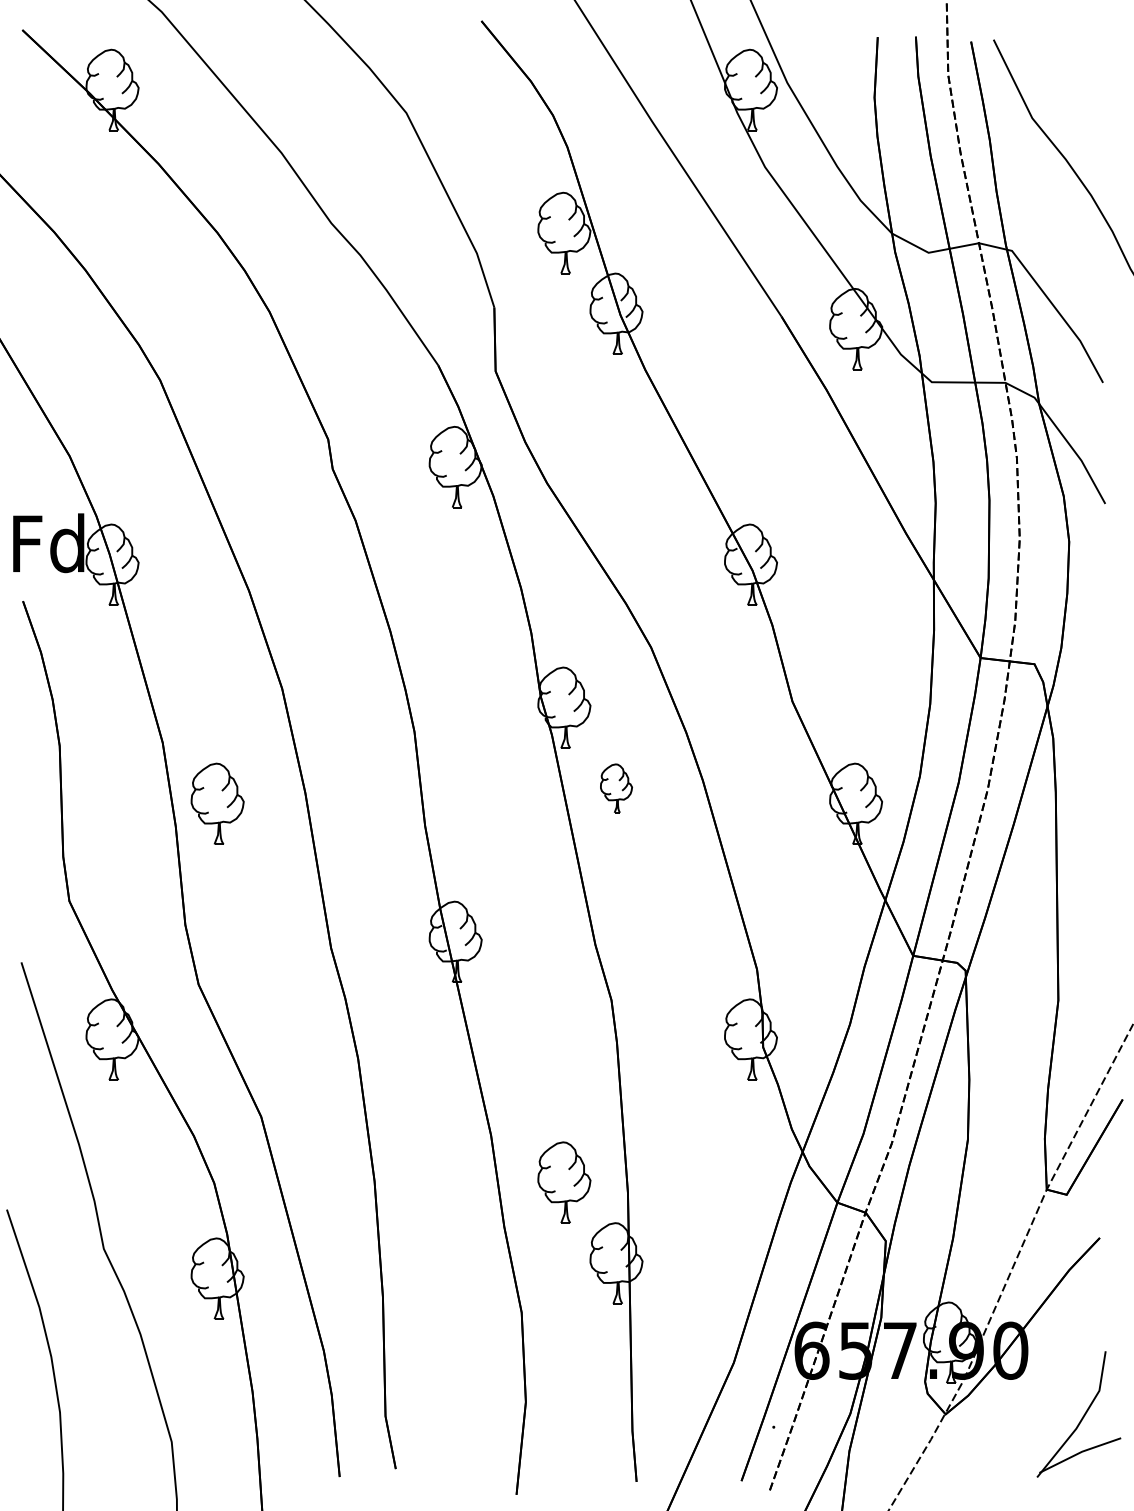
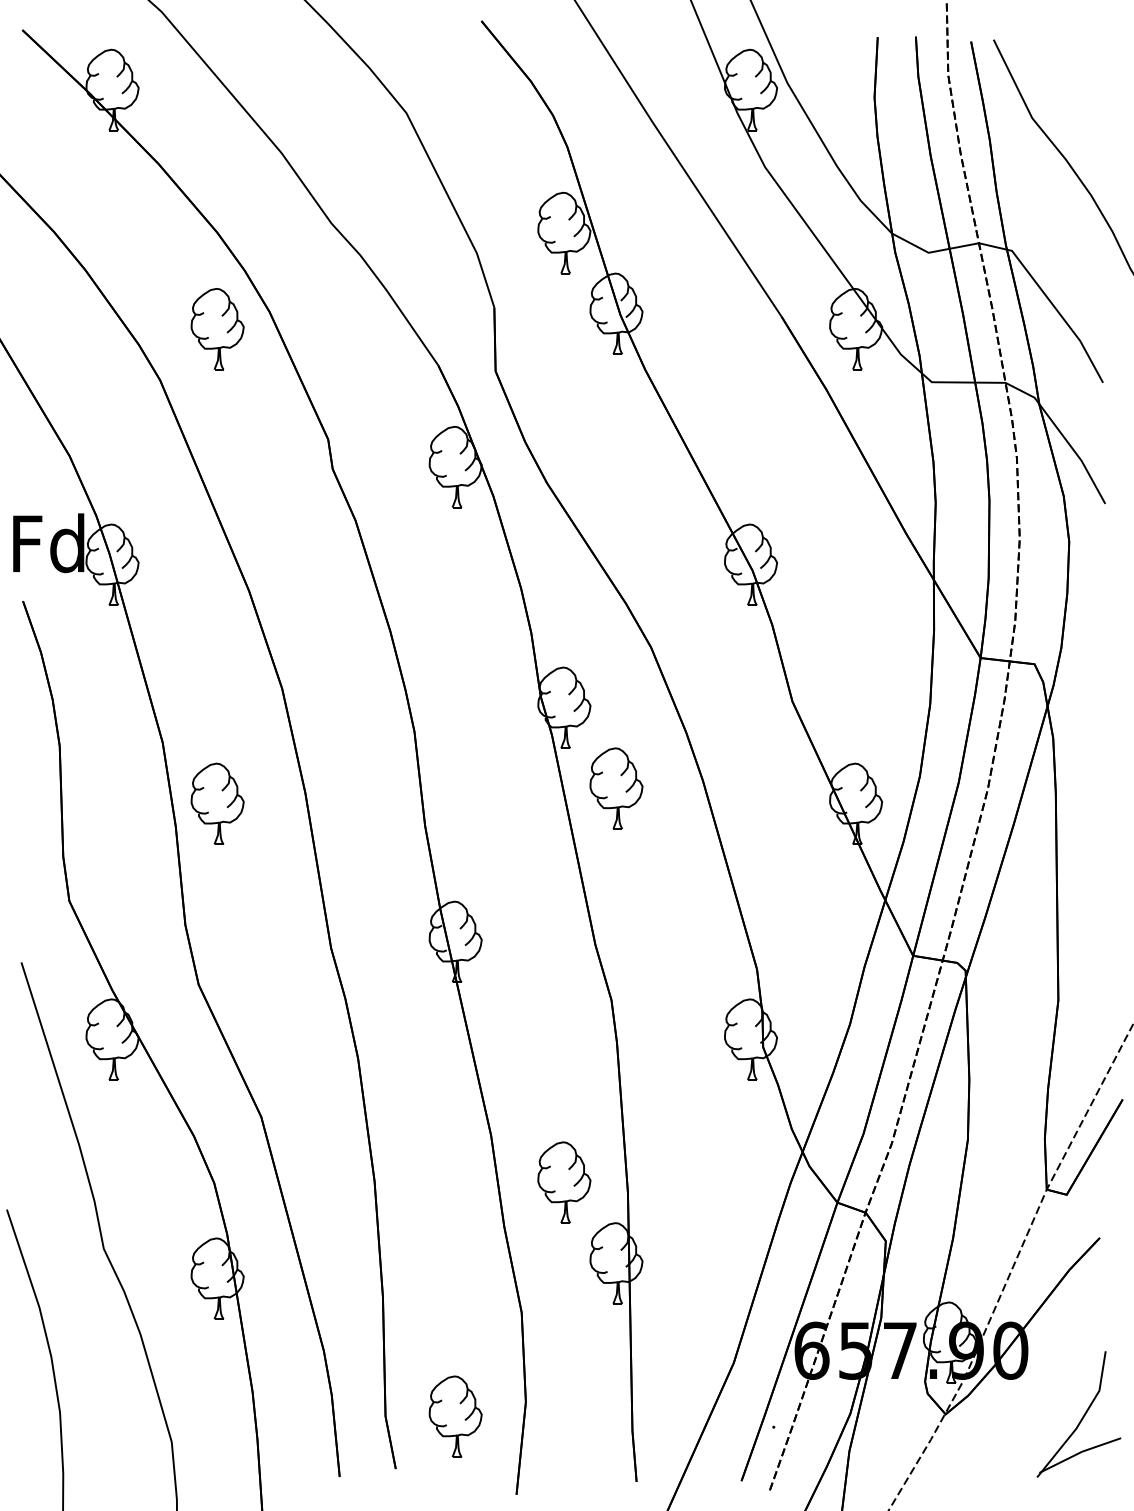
part at (217, 329): none -> present
part at (616, 788) size: 33x51 px -> 55x83 px
part at (455, 1416): none -> present
